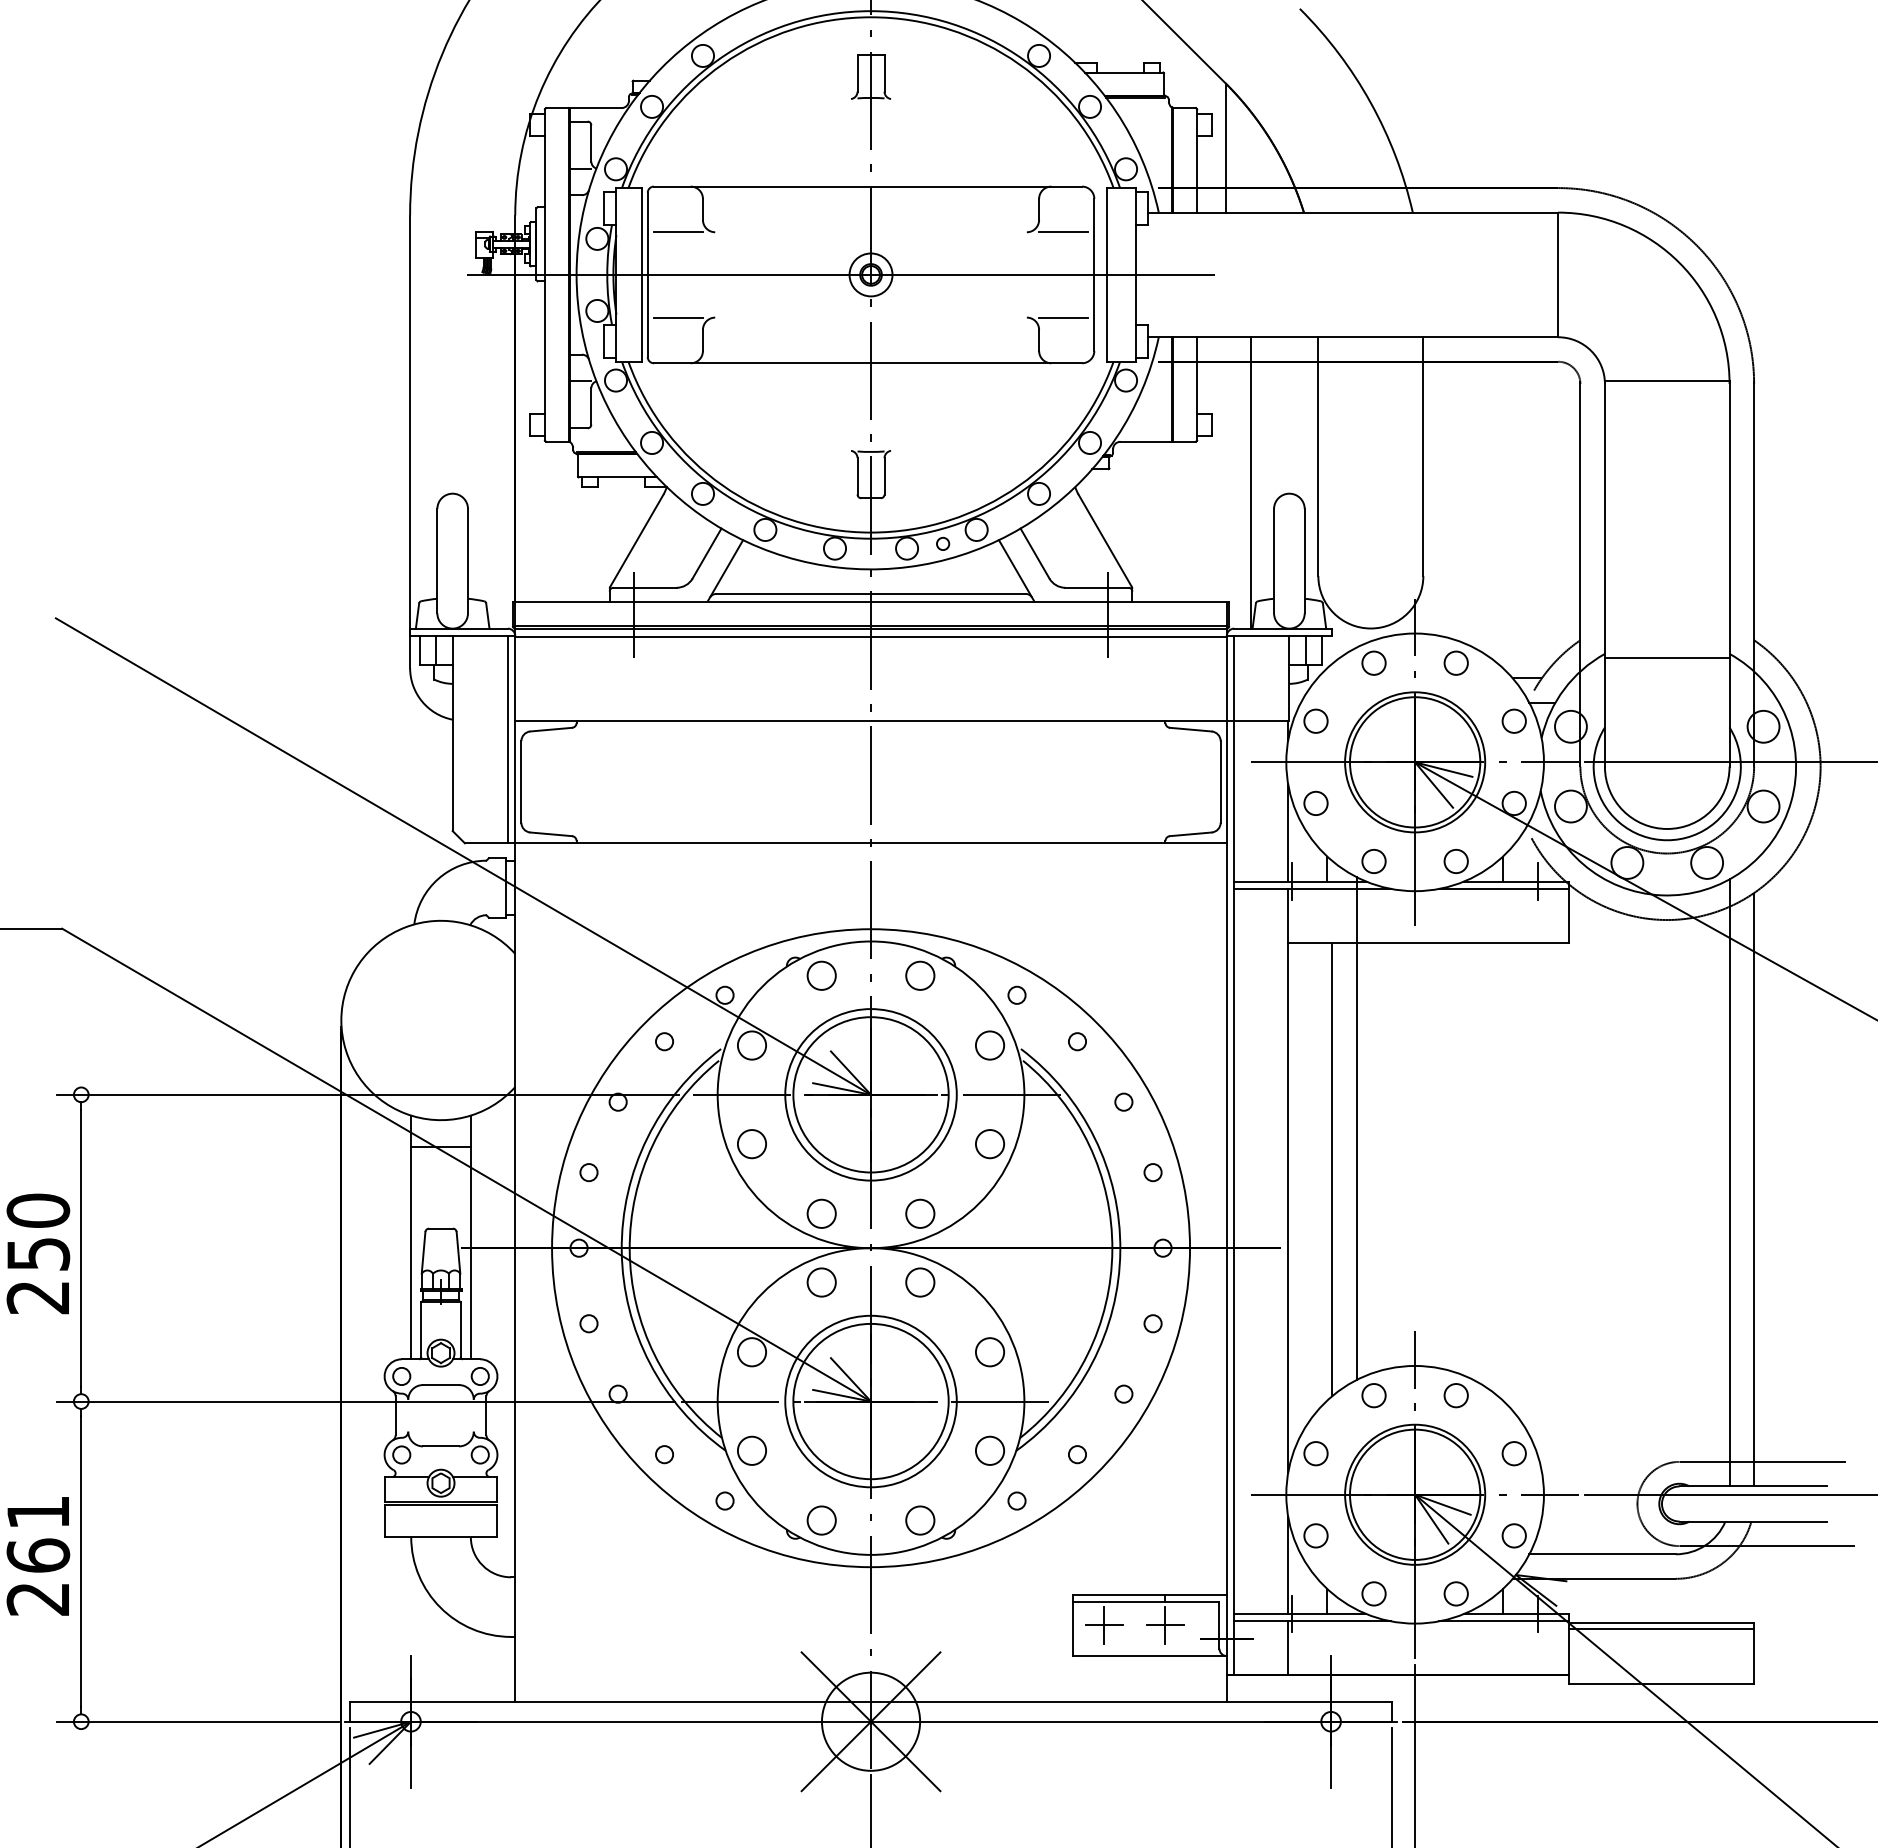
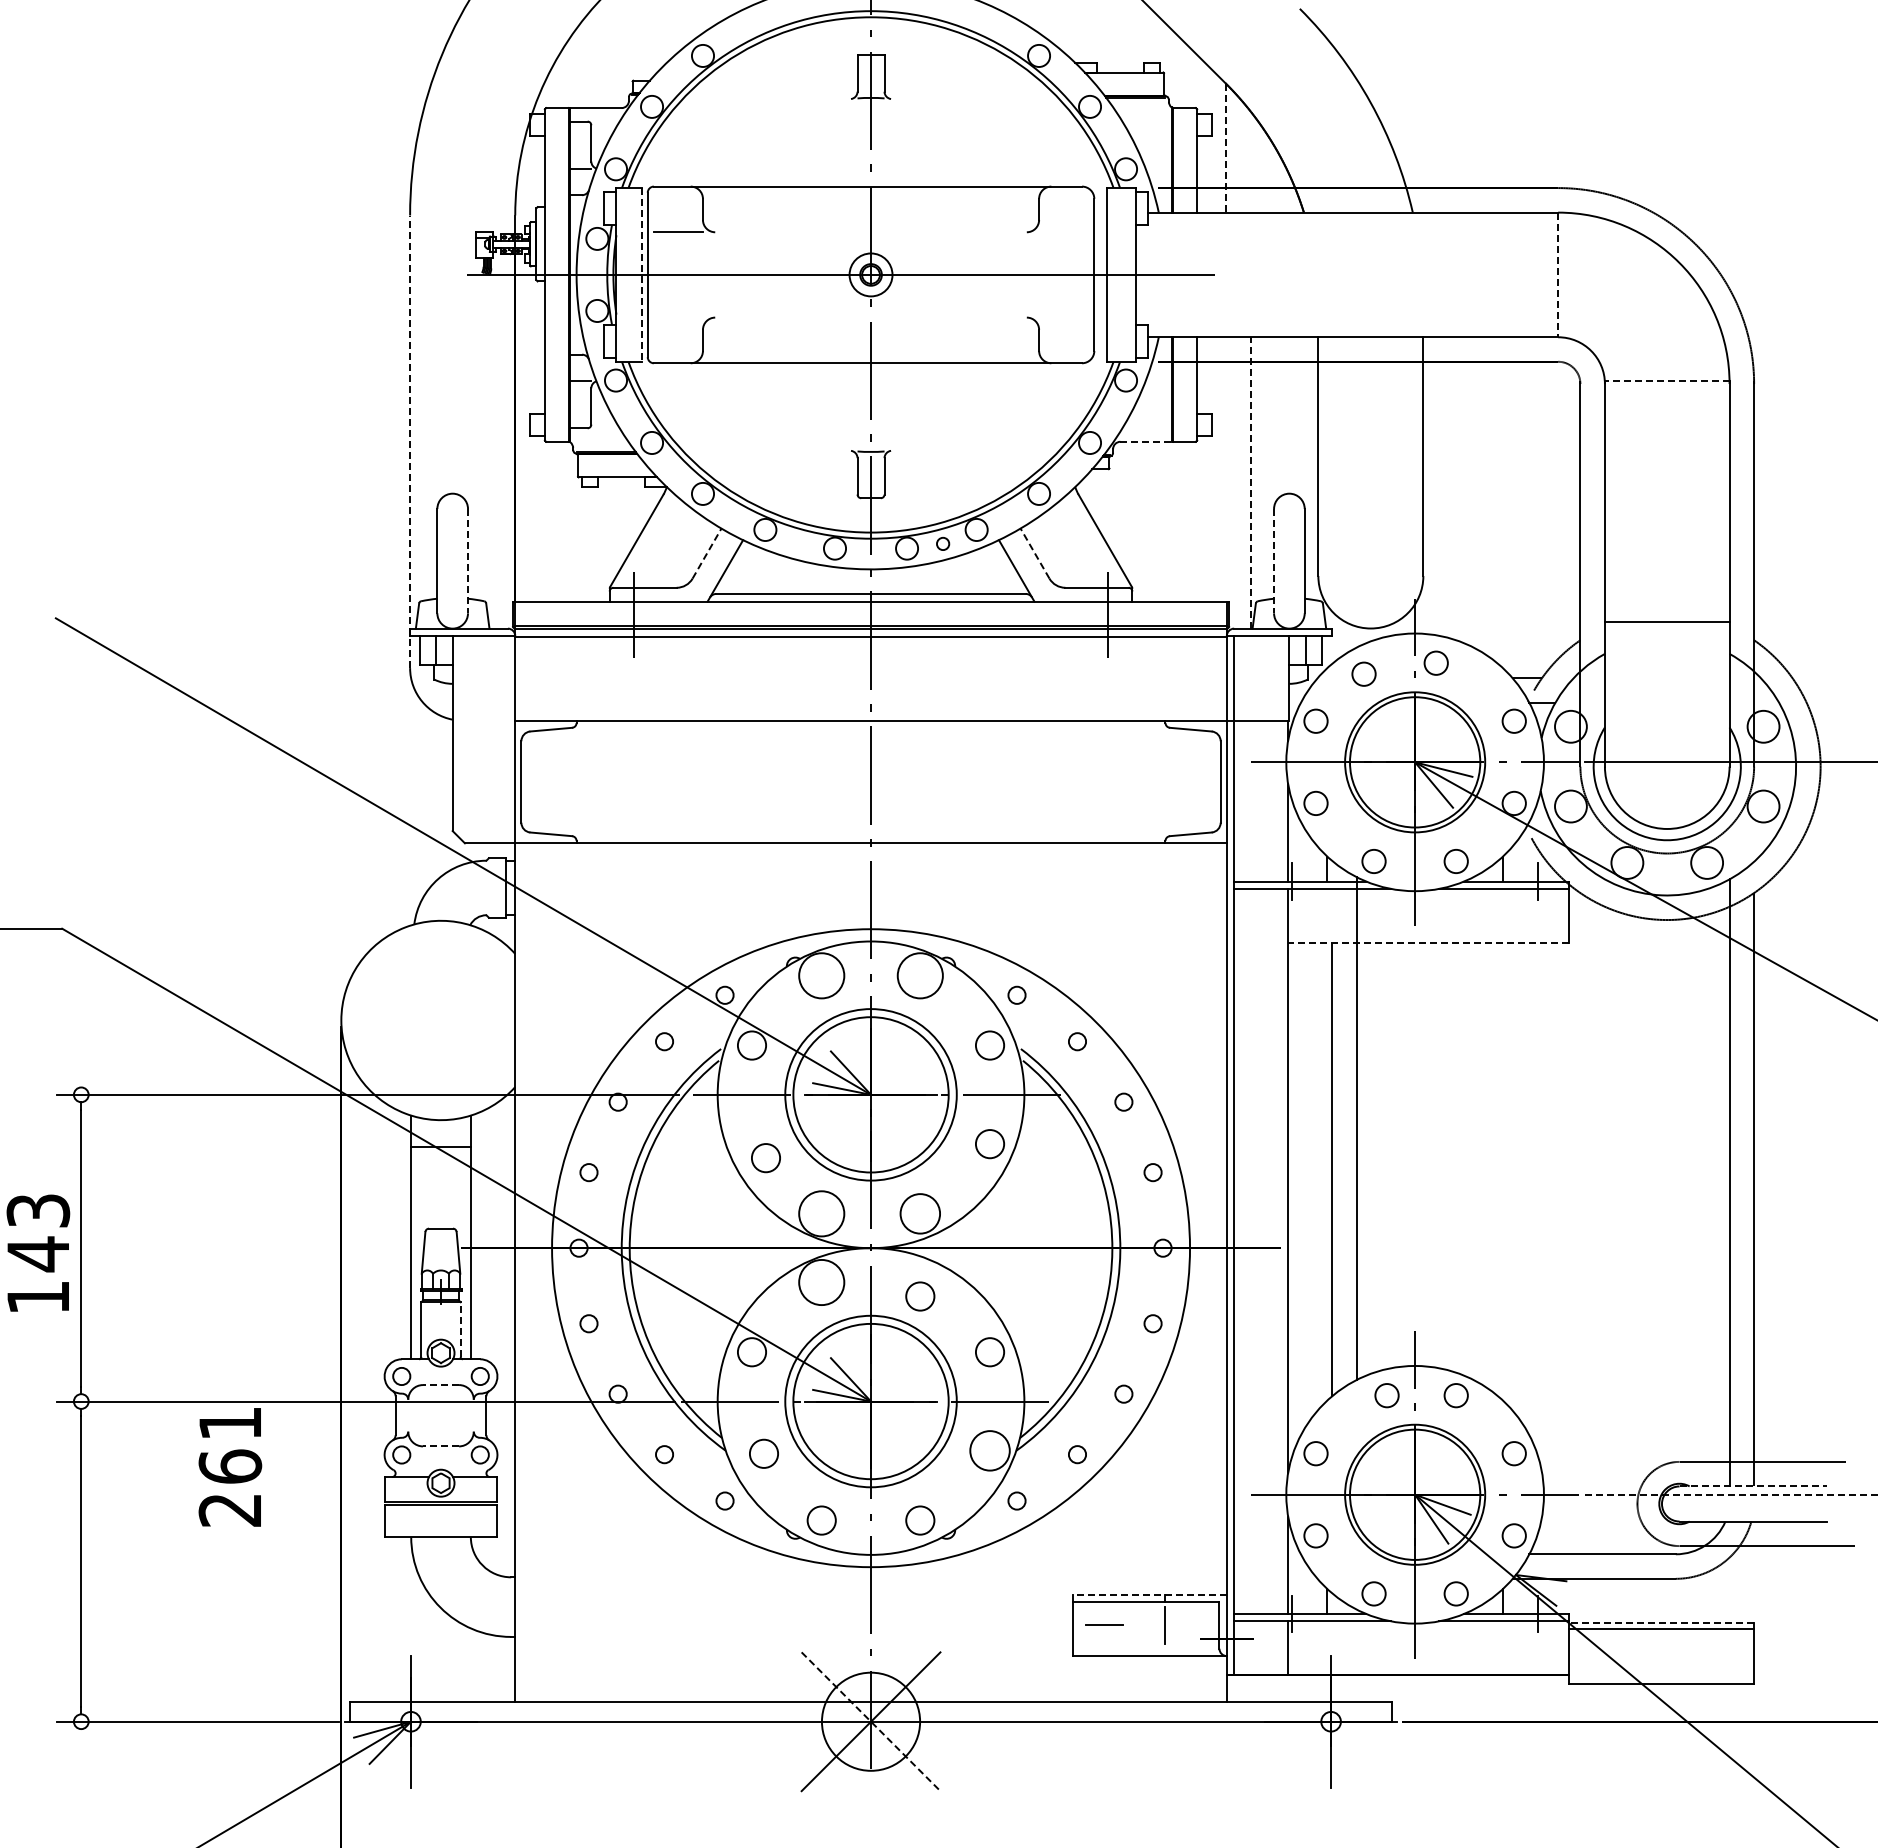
line at (1226, 148): solid -> dashed
line at (1063, 232): present -> none
line at (642, 275): solid -> dashed
line at (1558, 275): solid -> dashed
line at (677, 317): present -> none
line at (1063, 317): present -> none
line at (1666, 381): solid -> dashed
line at (410, 441): solid -> dashed
line at (1146, 441): solid -> dashed
line at (1251, 482): solid -> dashed
line at (707, 553): solid -> dashed
line at (1035, 553): solid -> dashed
line at (468, 561): solid -> dashed
line at (1274, 561): solid -> dashed
line at (1666, 657) position: (1666, 657) -> (1666, 621)
circle at (1373, 662) position: (1373, 662) -> (1363, 673)
circle at (1455, 662) position: (1455, 662) -> (1435, 662)
line at (507, 739): present -> none
line at (1428, 942): solid -> dashed
circle at (821, 975) diameter: 28 px -> 45 px
circle at (920, 975) diameter: 28 px -> 45 px
circle at (751, 1144) position: (751, 1144) -> (765, 1158)
circle at (821, 1213) diameter: 28 px -> 45 px
circle at (920, 1213) diameter: 28 px -> 40 px
text at (38, 1253): 250 -> 143
circle at (821, 1282) diameter: 28 px -> 45 px
circle at (920, 1282) position: (920, 1282) -> (920, 1296)
line at (460, 1329): solid -> dashed
line at (440, 1385): solid -> dashed
circle at (1373, 1395) position: (1373, 1395) -> (1386, 1395)
line at (440, 1446): solid -> dashed
circle at (751, 1450) position: (751, 1450) -> (763, 1453)
circle at (989, 1450) diameter: 28 px -> 40 px
line at (1753, 1486): solid -> dashed
line at (1731, 1494): solid -> dashed
text at (38, 1556) position: (38, 1556) -> (230, 1467)
line at (1150, 1594): solid -> dashed
line at (1661, 1623): solid -> dashed
line at (1104, 1625): present -> none
line at (1165, 1625): present -> none
line at (871, 1722): solid -> dashed
line at (1415, 1754): present -> none
line at (349, 1785): present -> none
line at (1392, 1785): present -> none
line at (871, 1809): present -> none
